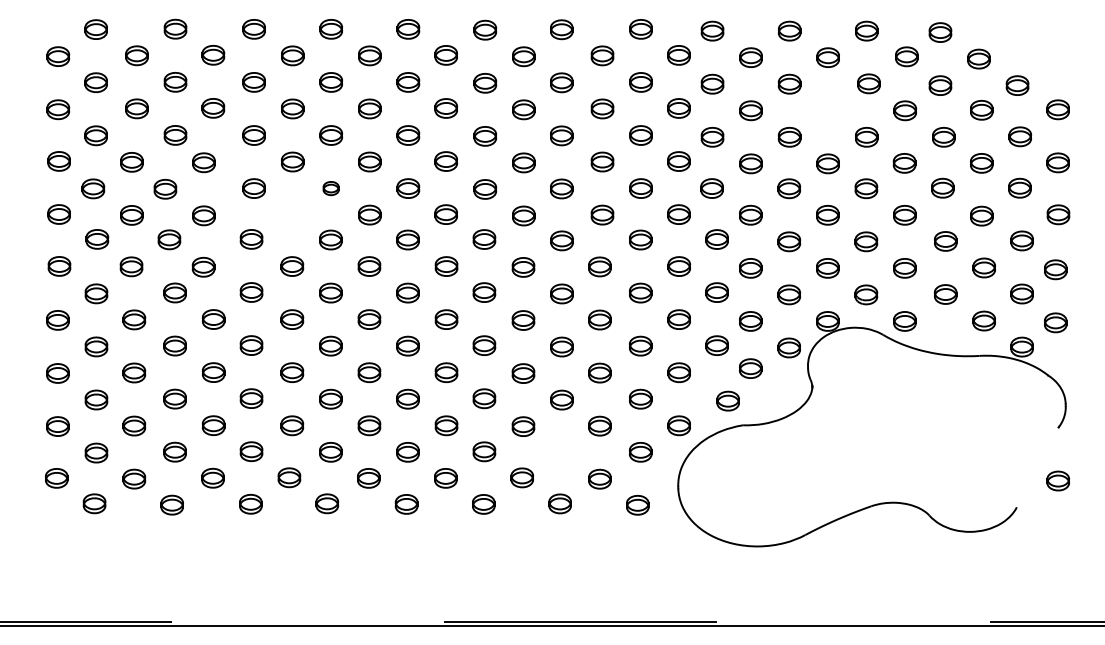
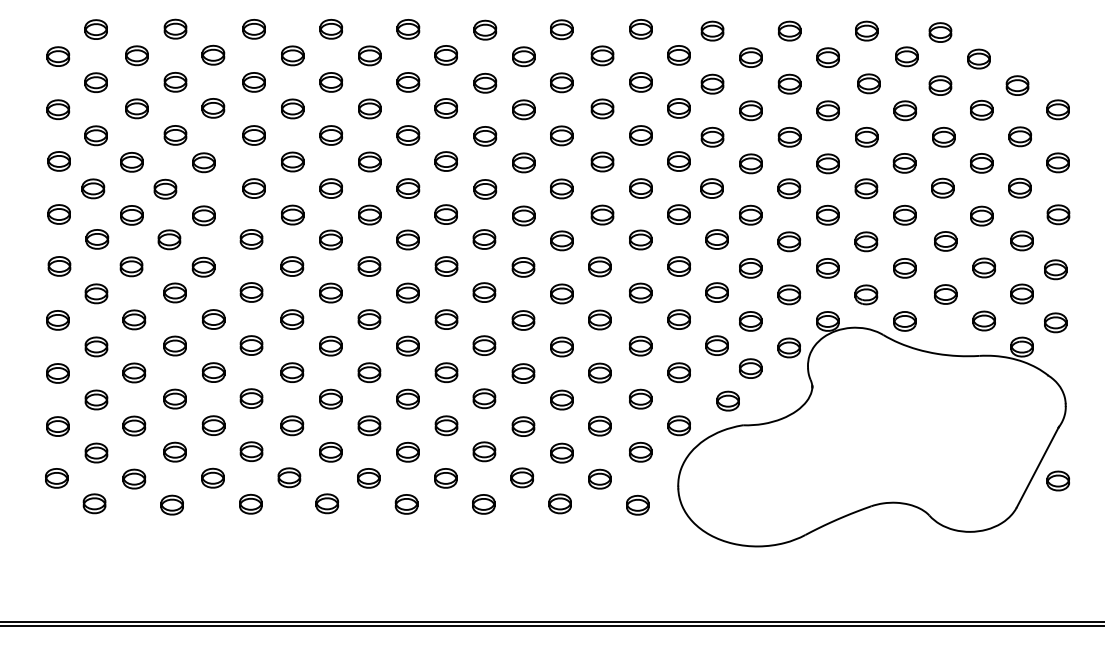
part at (827, 110): none -> present
part at (330, 188) size: 18x16 px -> 24x21 px
part at (292, 214): none -> present
part at (561, 452): none -> present
line at (1037, 467): none -> present
line at (552, 621): dashed -> solid
